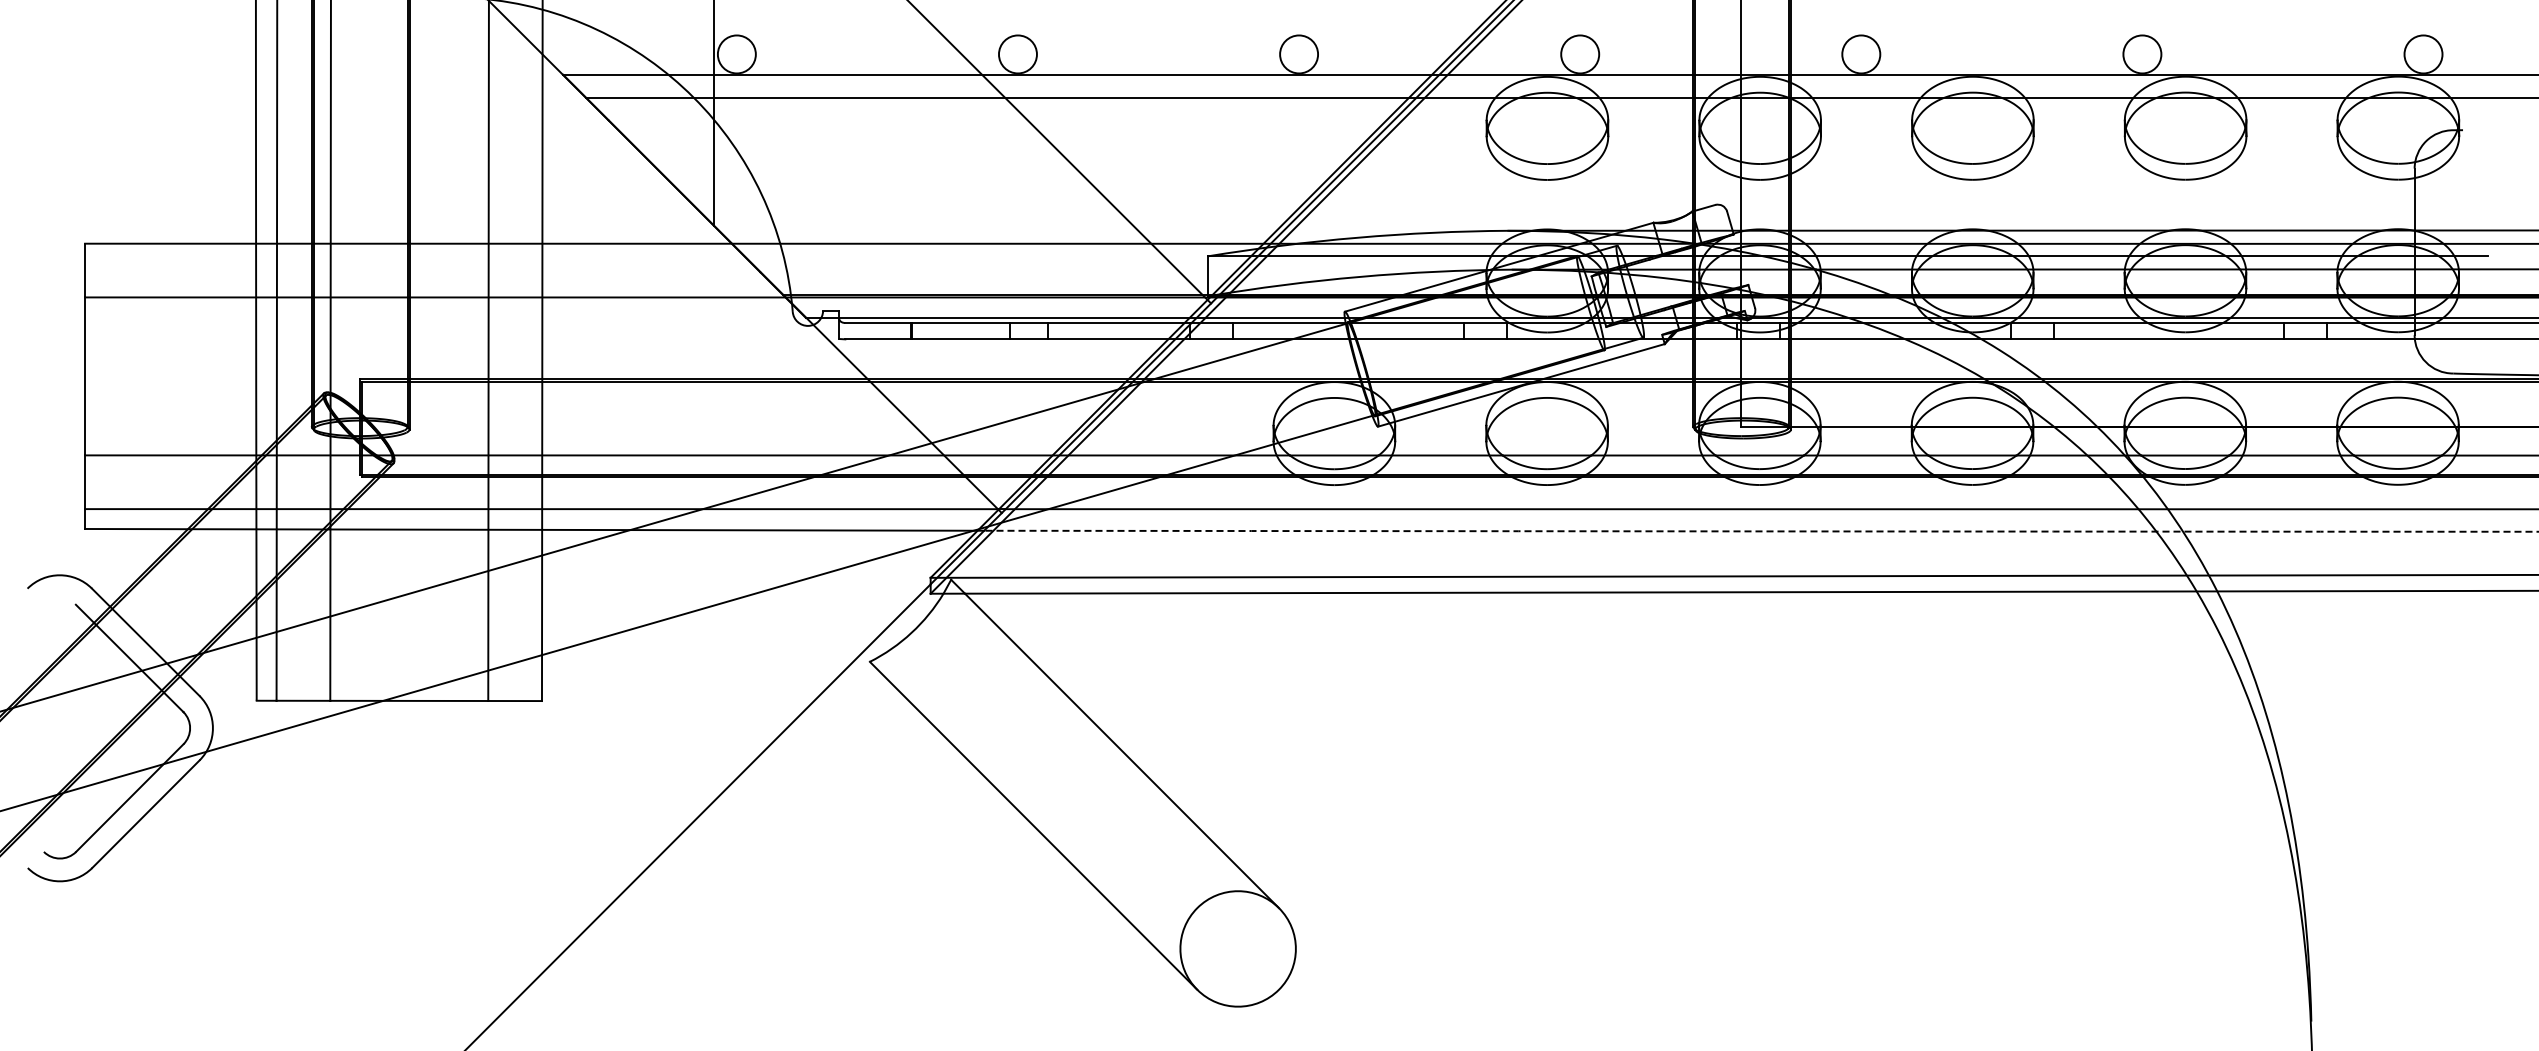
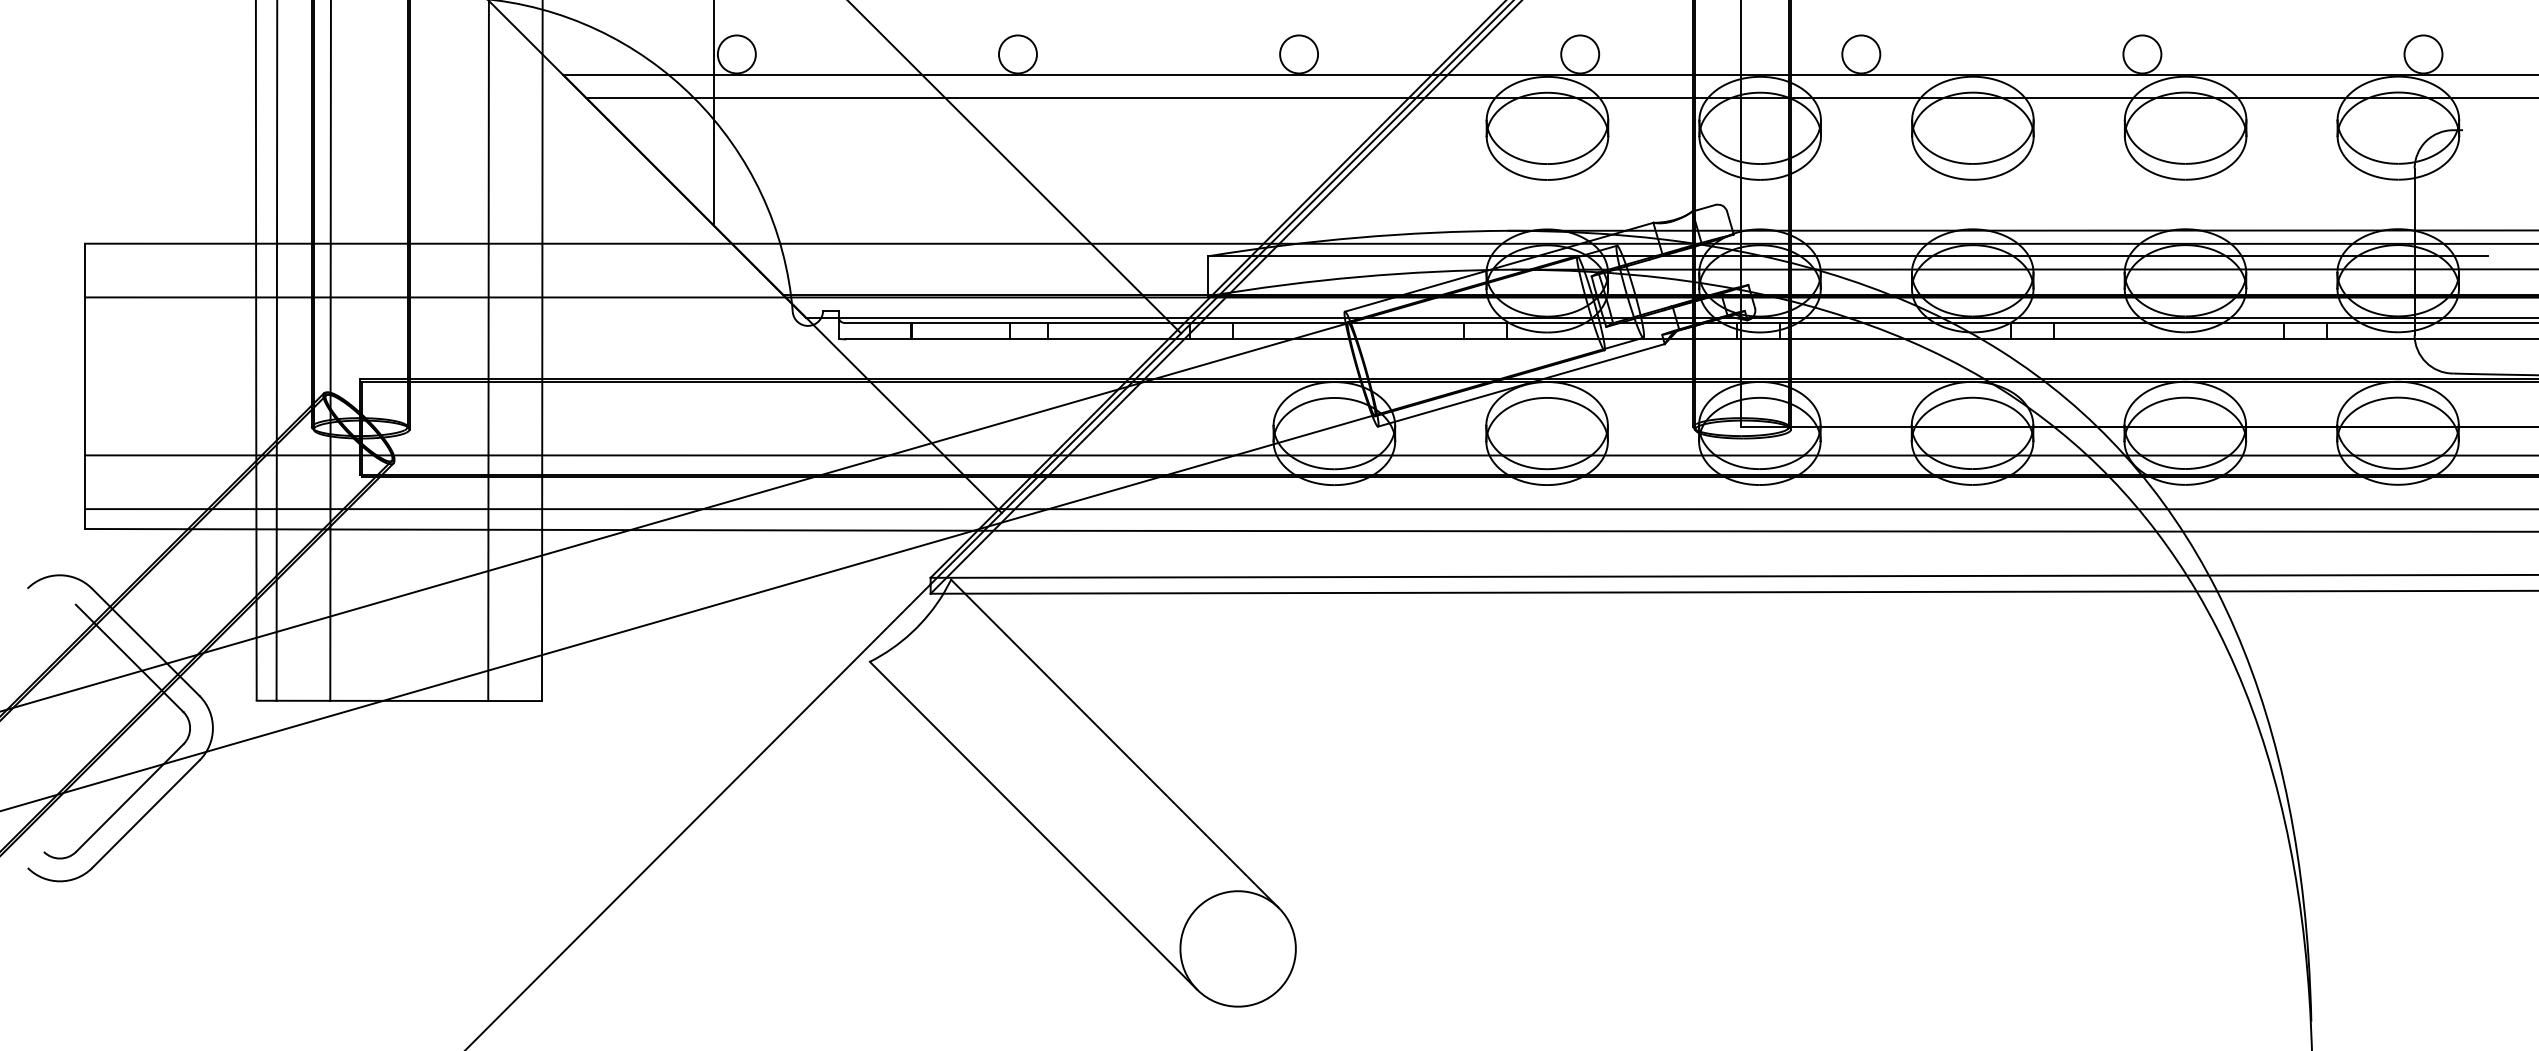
line at (1060, 152) position: (1060, 152) -> (1015, 167)
arc at (1761, 531): dashed -> solid
